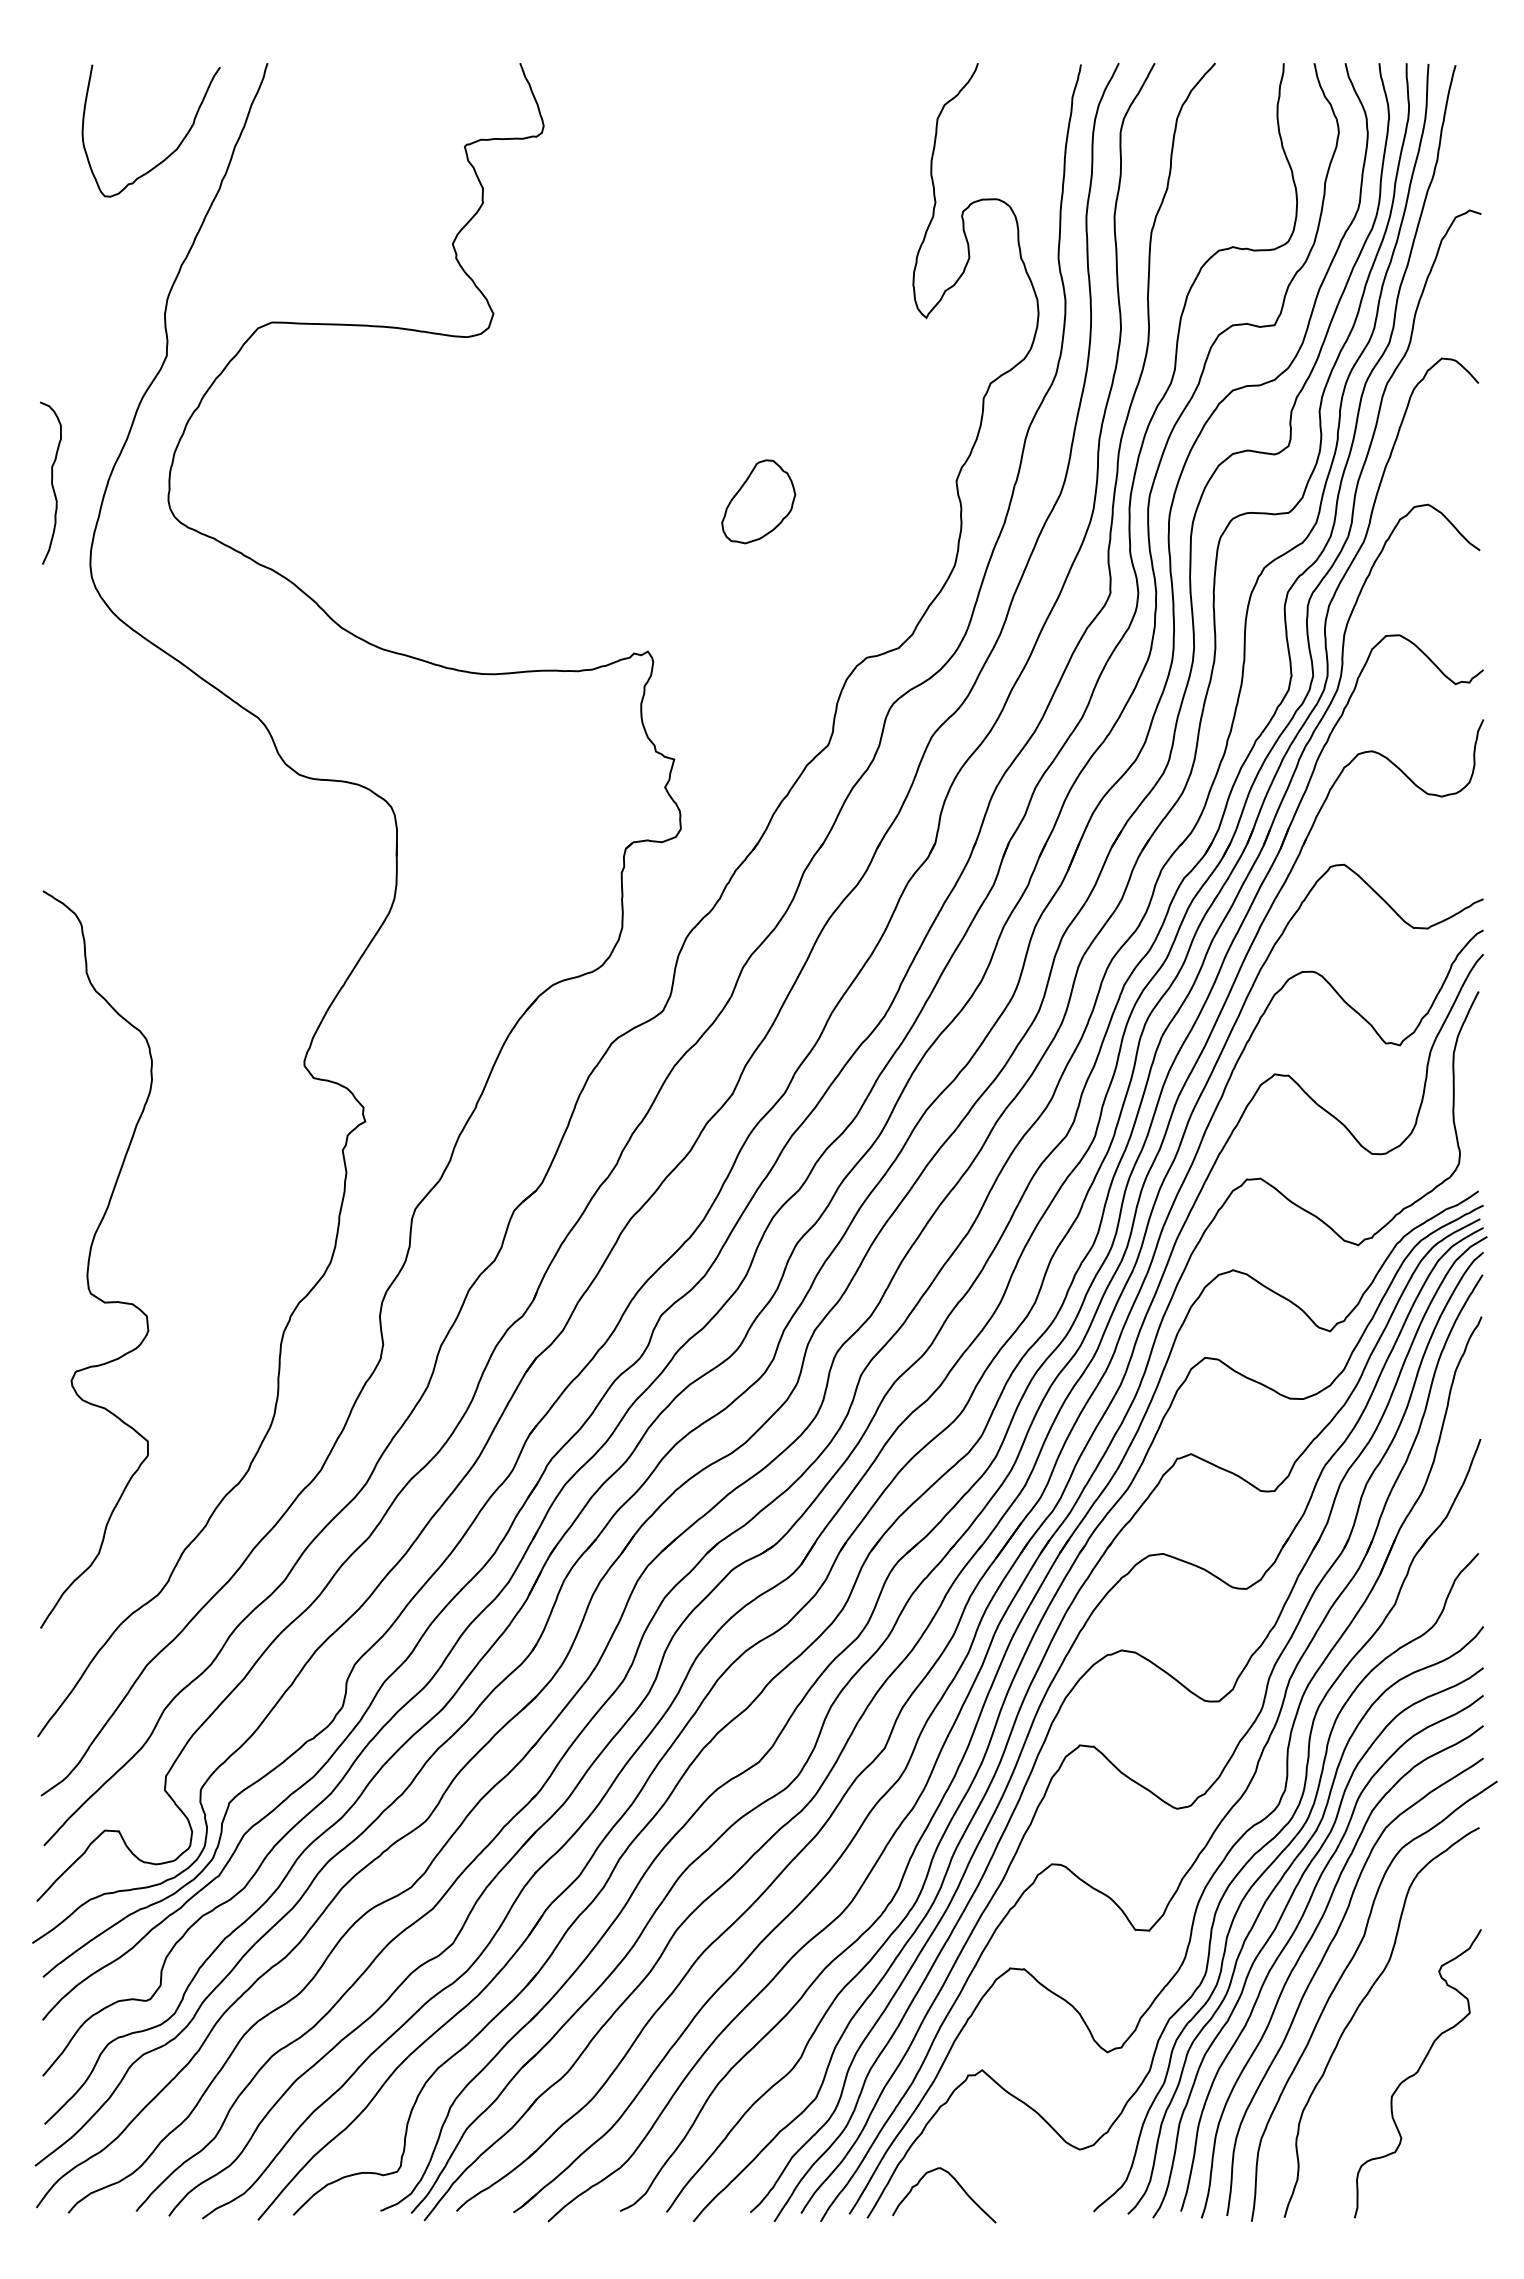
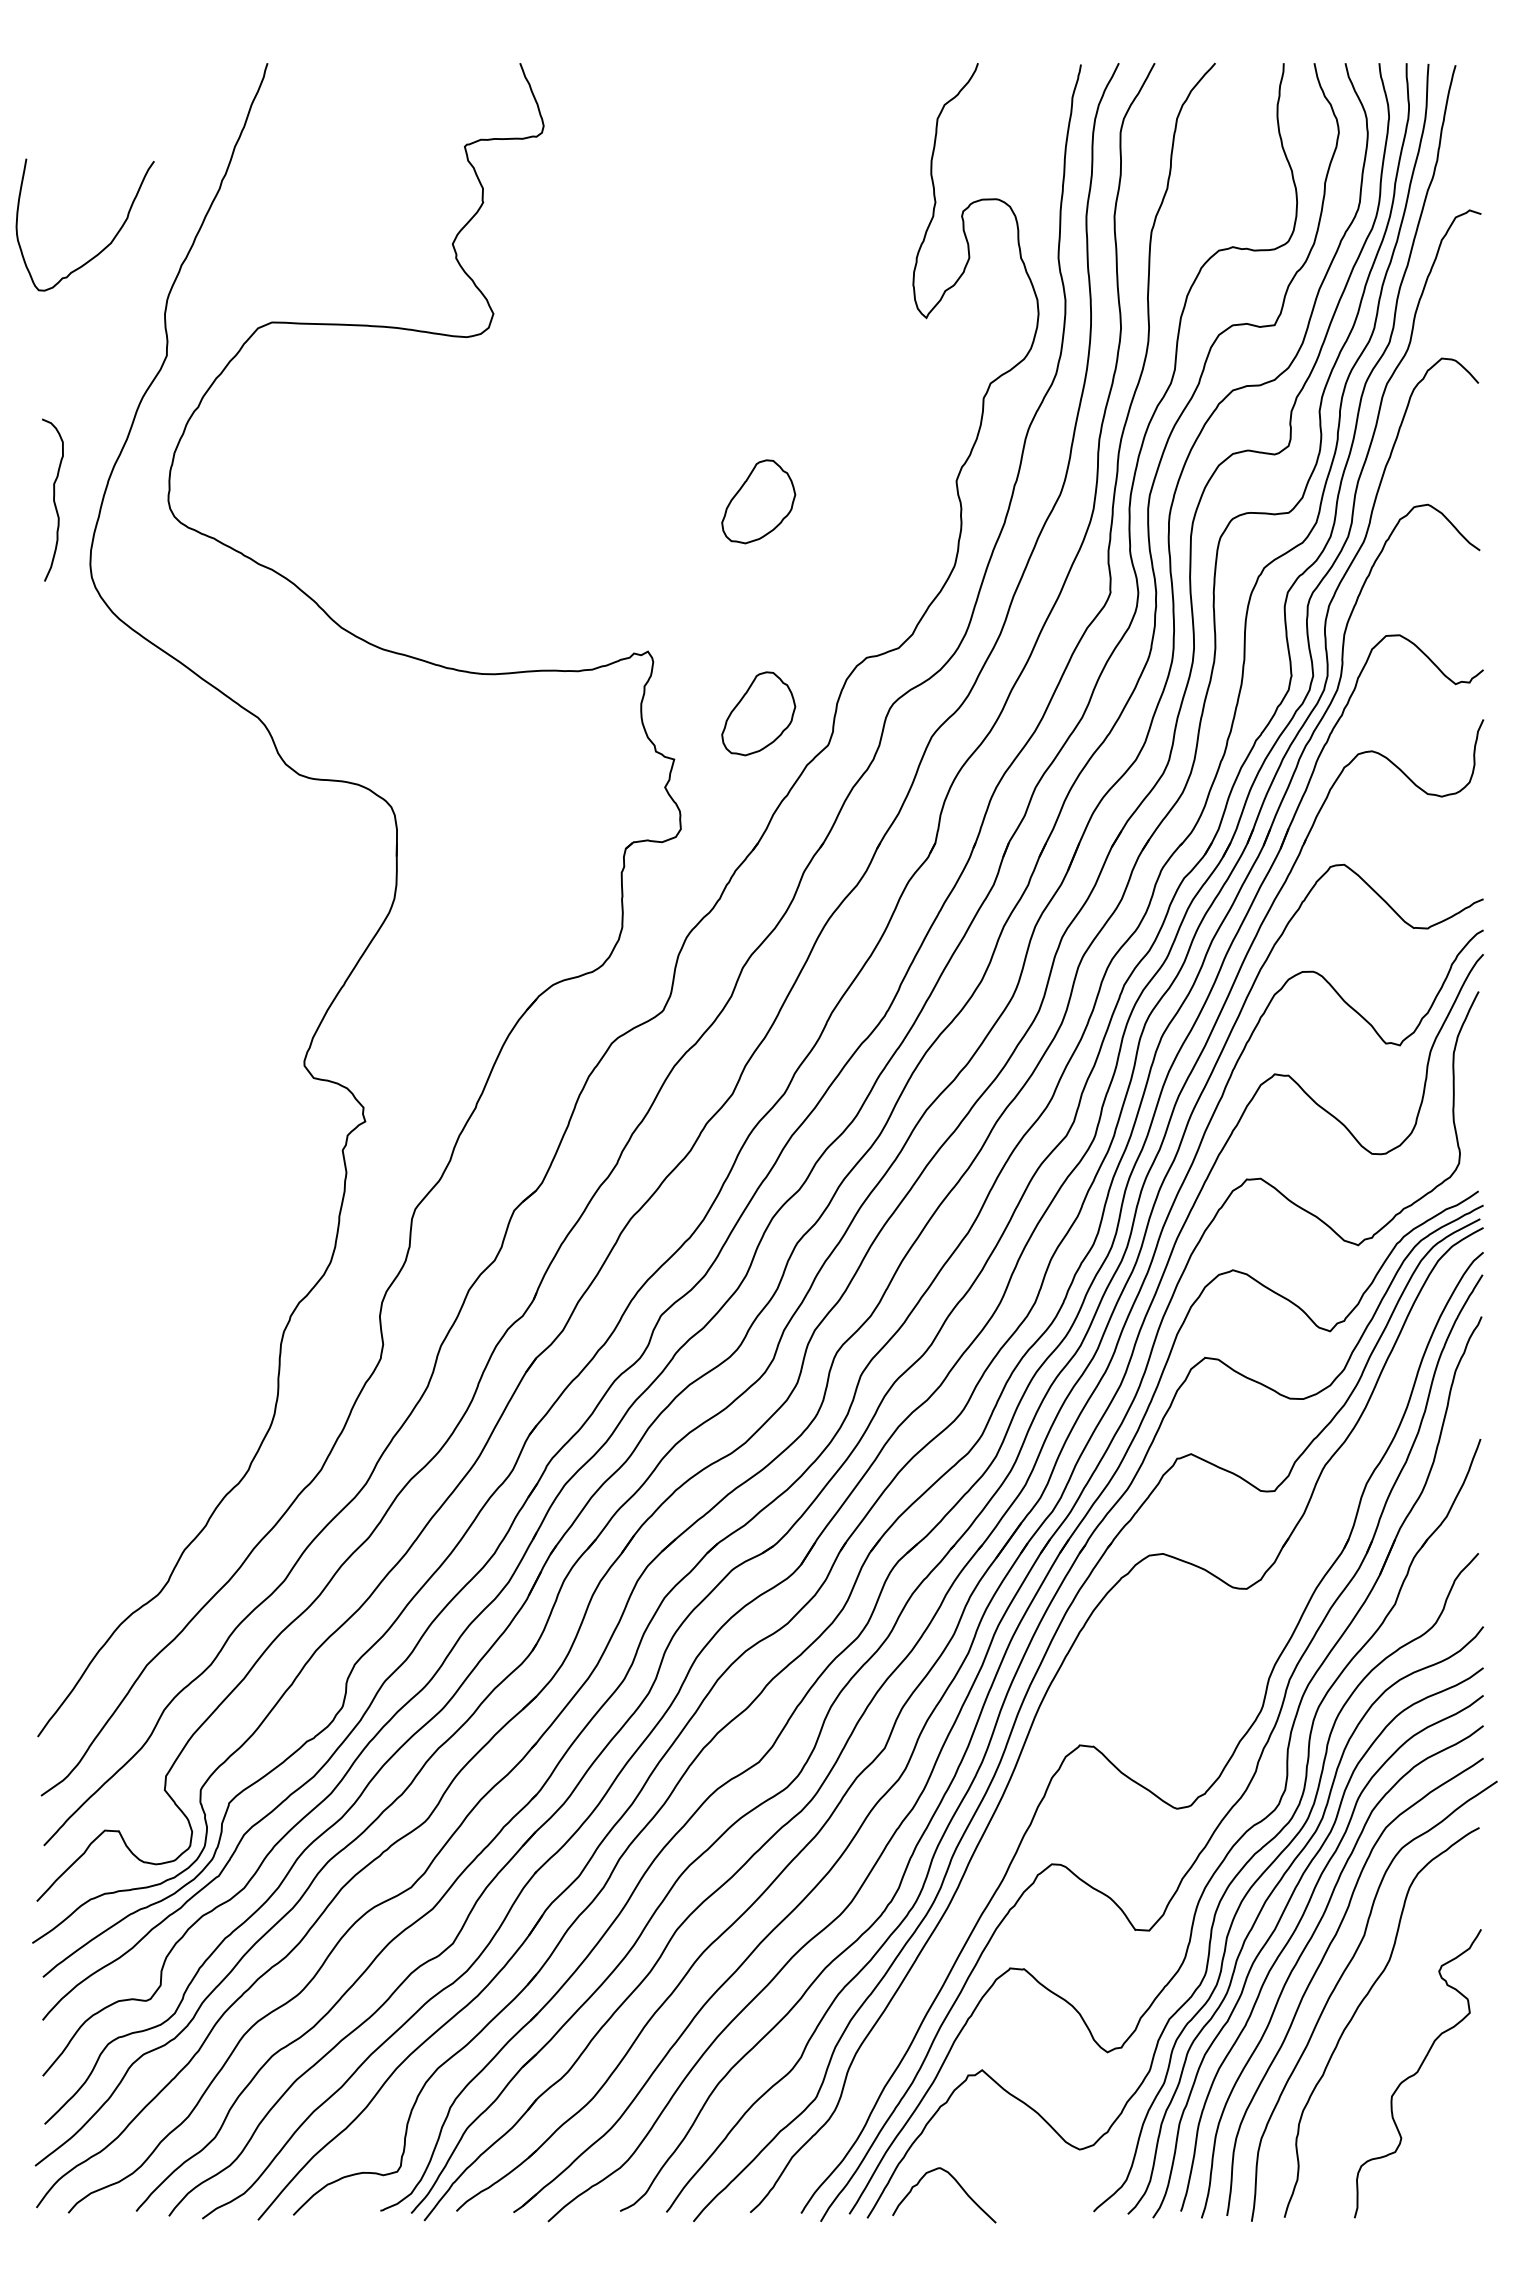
curve at (172, 151) position: (172, 151) -> (106, 245)
curve at (51, 482) position: (51, 482) -> (53, 499)
part at (758, 713): none -> present
curve at (90, 1258): present -> none
part at (1169, 1676): present -> none
